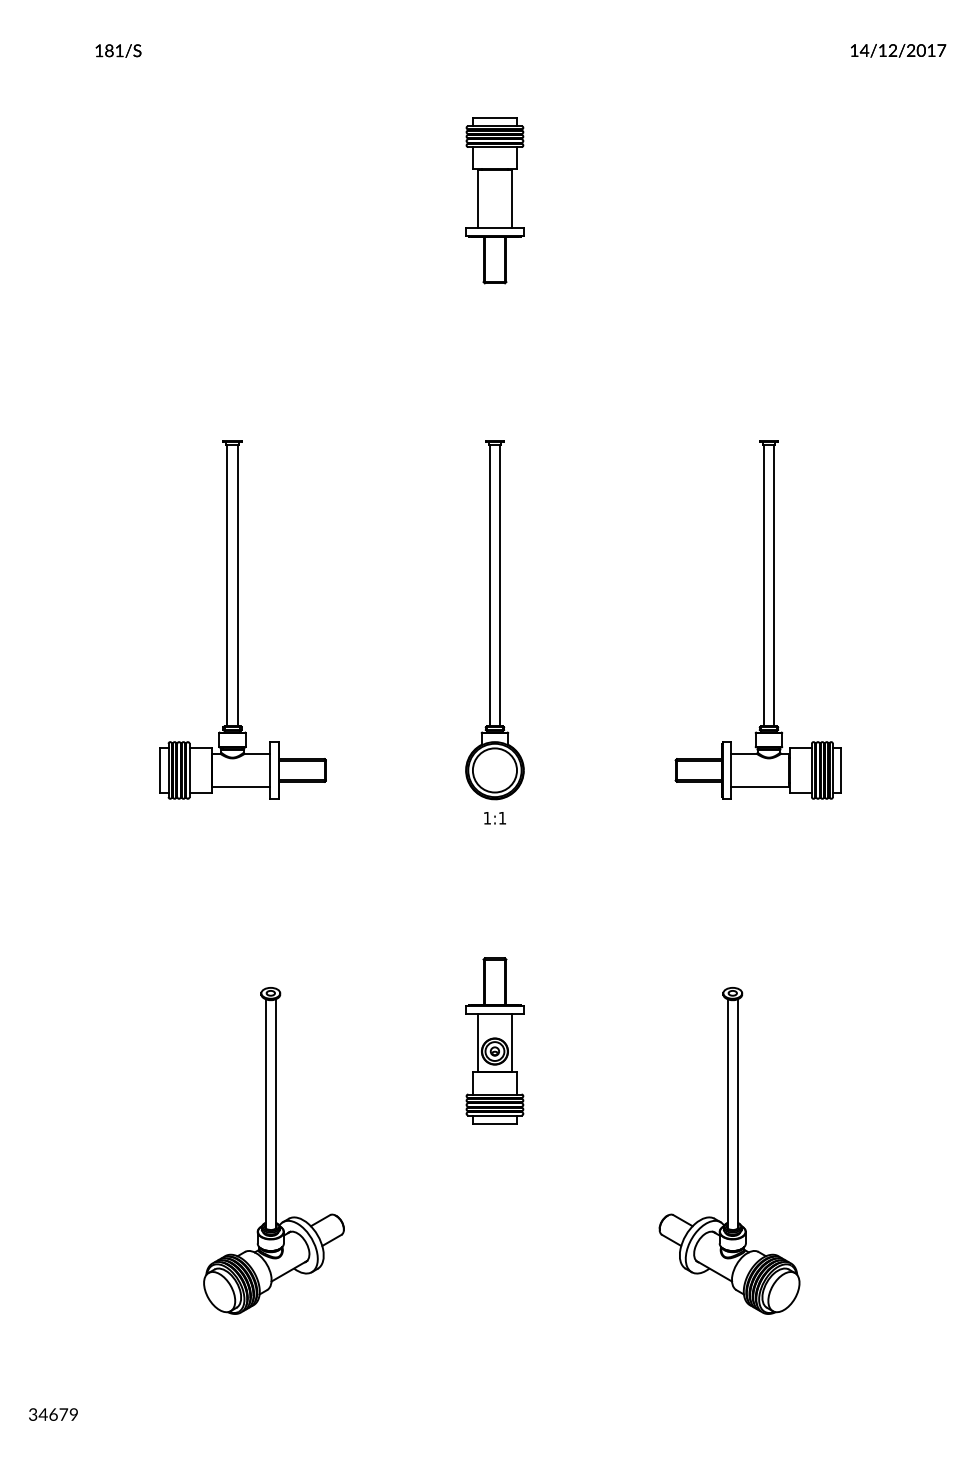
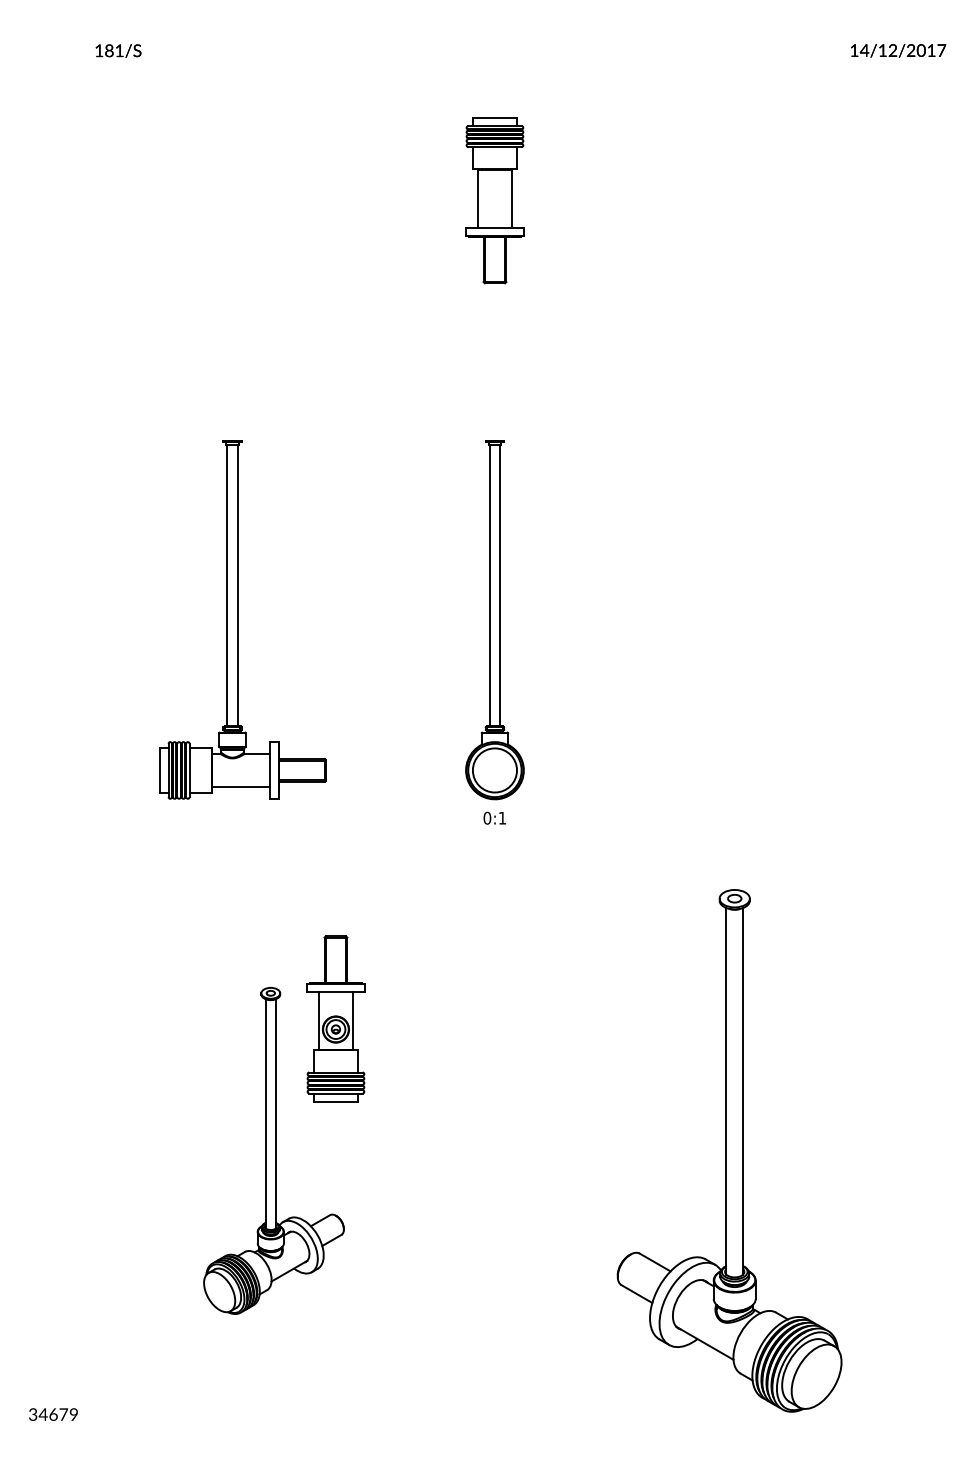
part at (757, 619): present -> none
text at (487, 817): 1:1 -> 0:1
part at (494, 1040) position: (494, 1040) -> (335, 1018)
part at (729, 1150) size: 143x328 px -> 227x524 px
